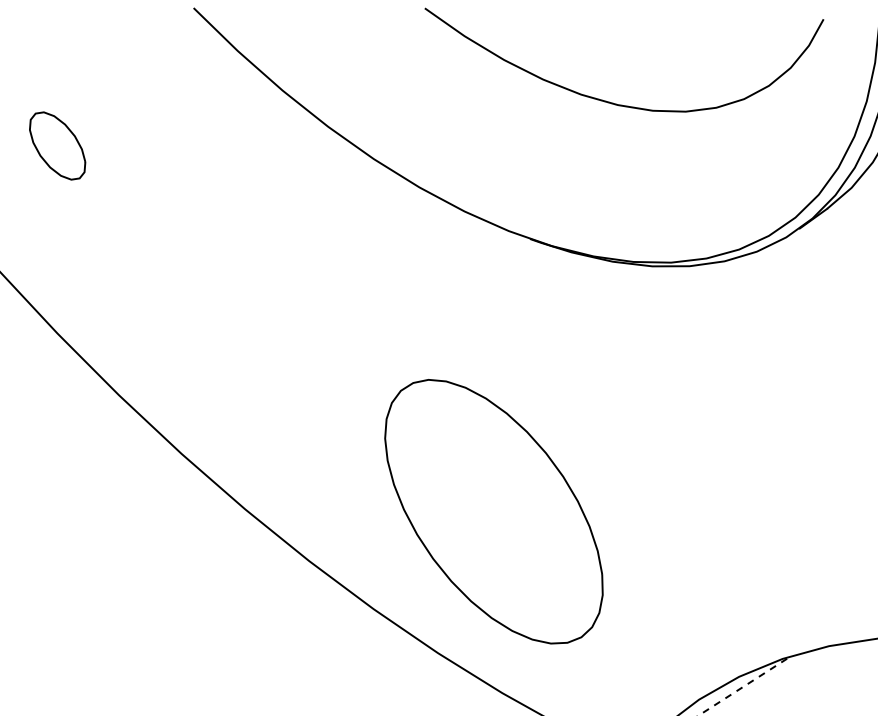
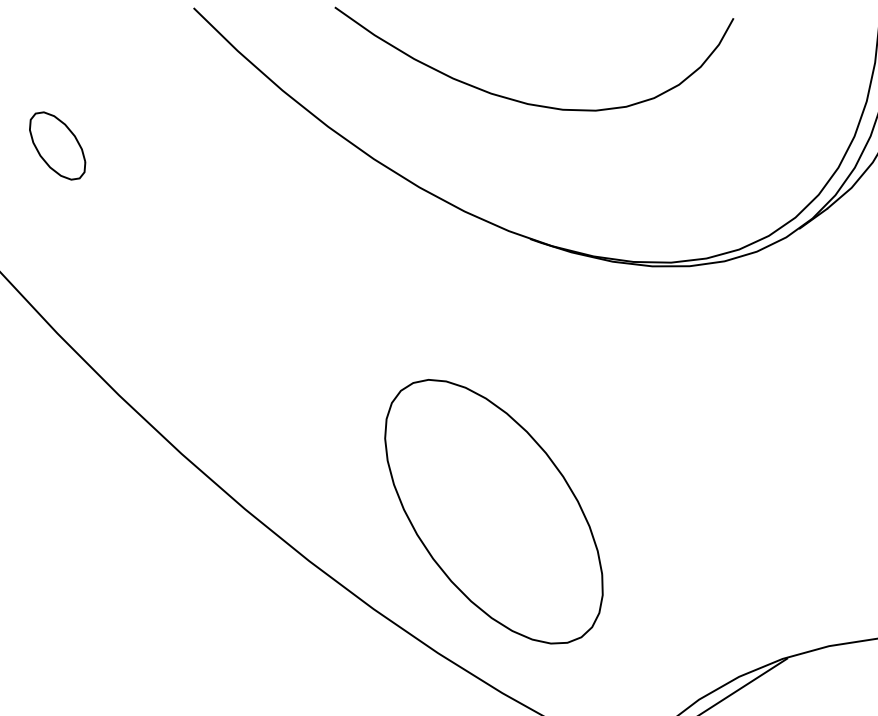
curve at (613, 102) position: (613, 102) -> (523, 101)
line at (742, 687): dashed -> solid
